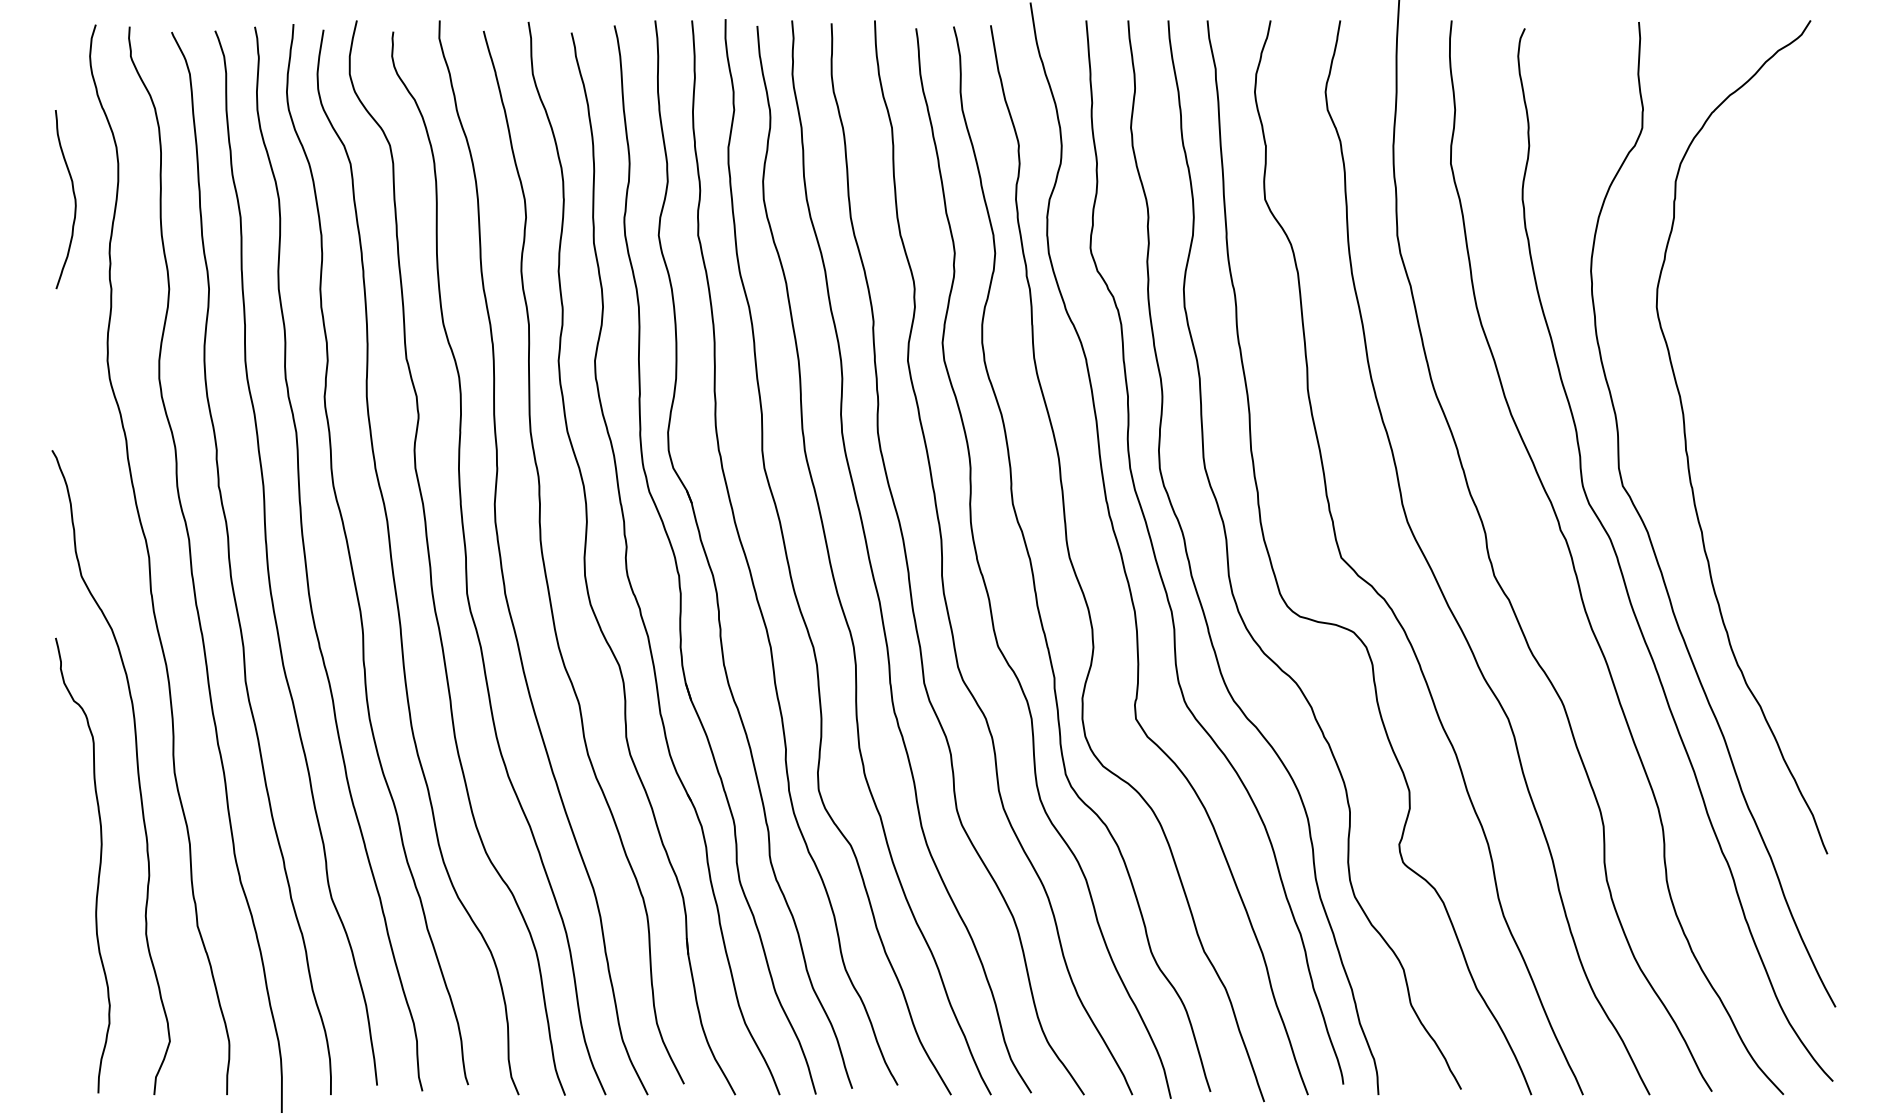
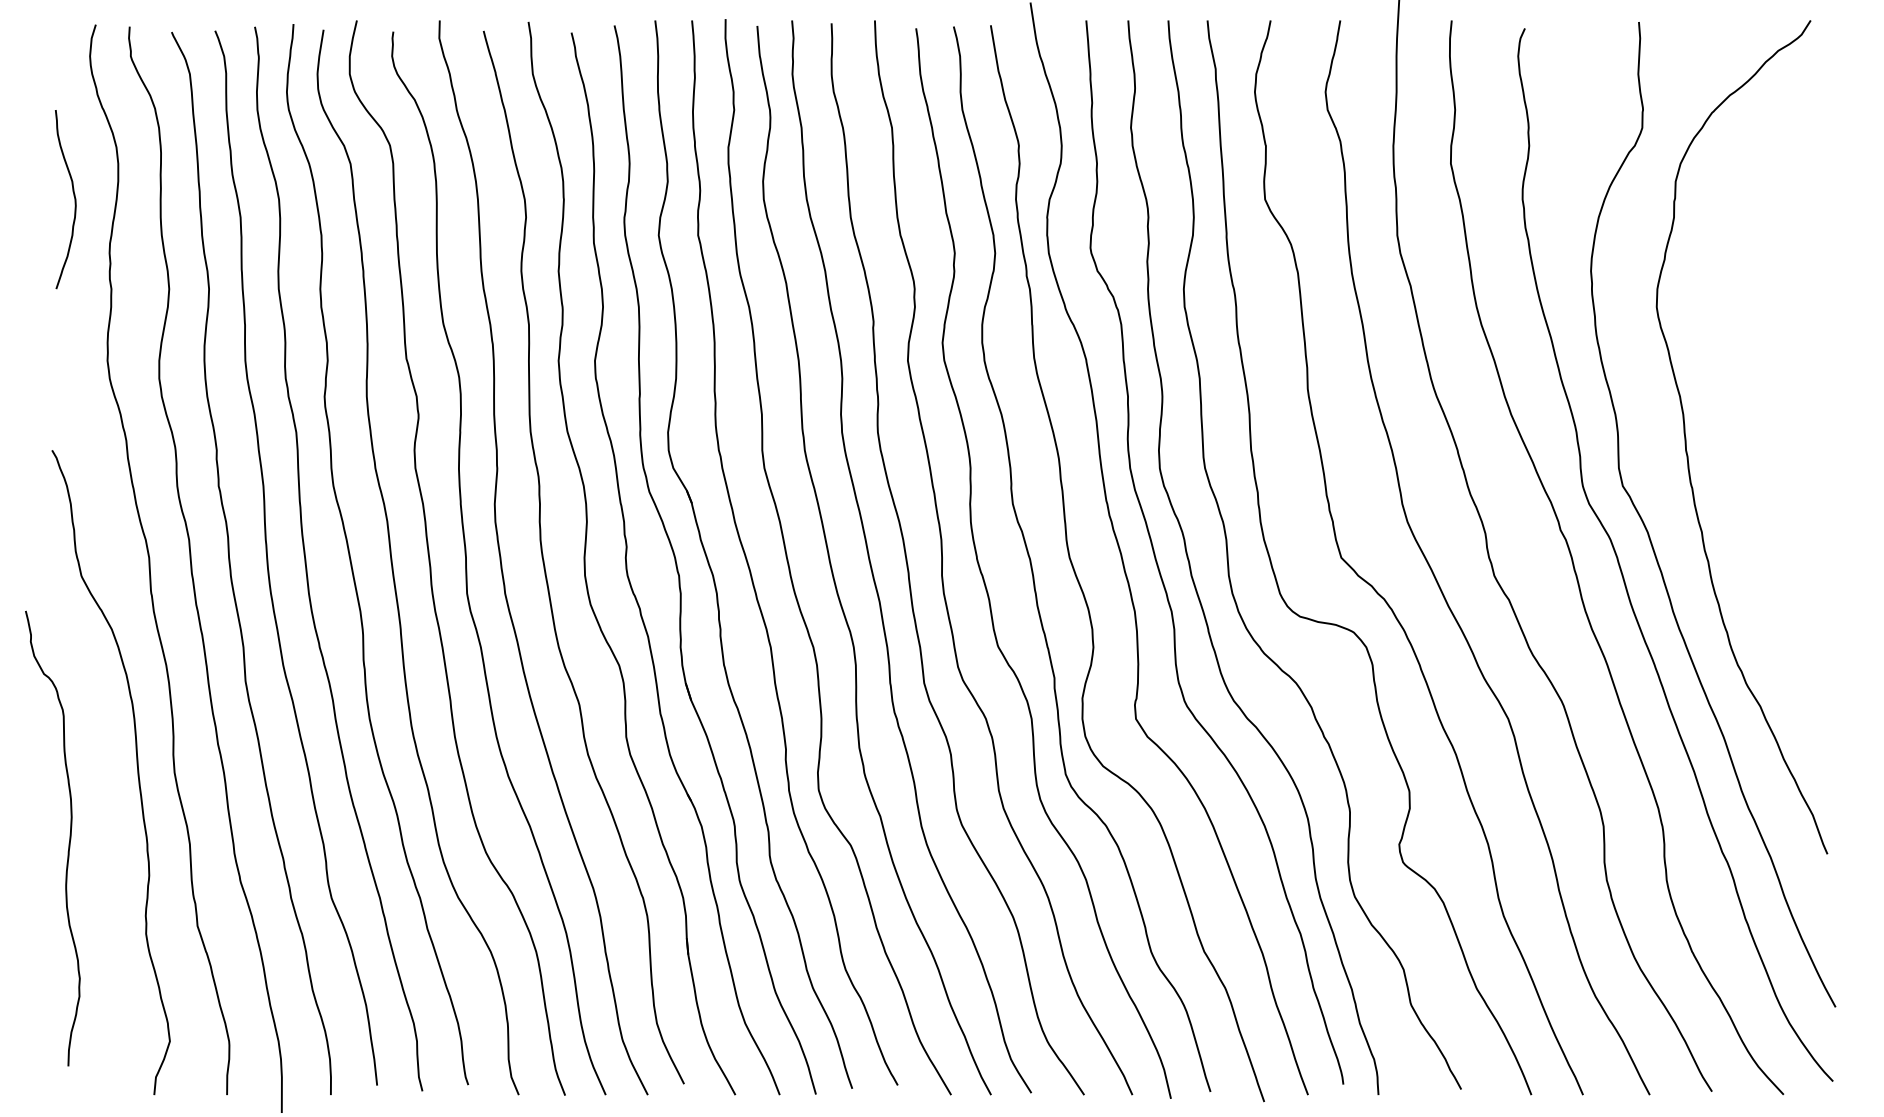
curve at (98, 870) position: (98, 870) -> (68, 843)
